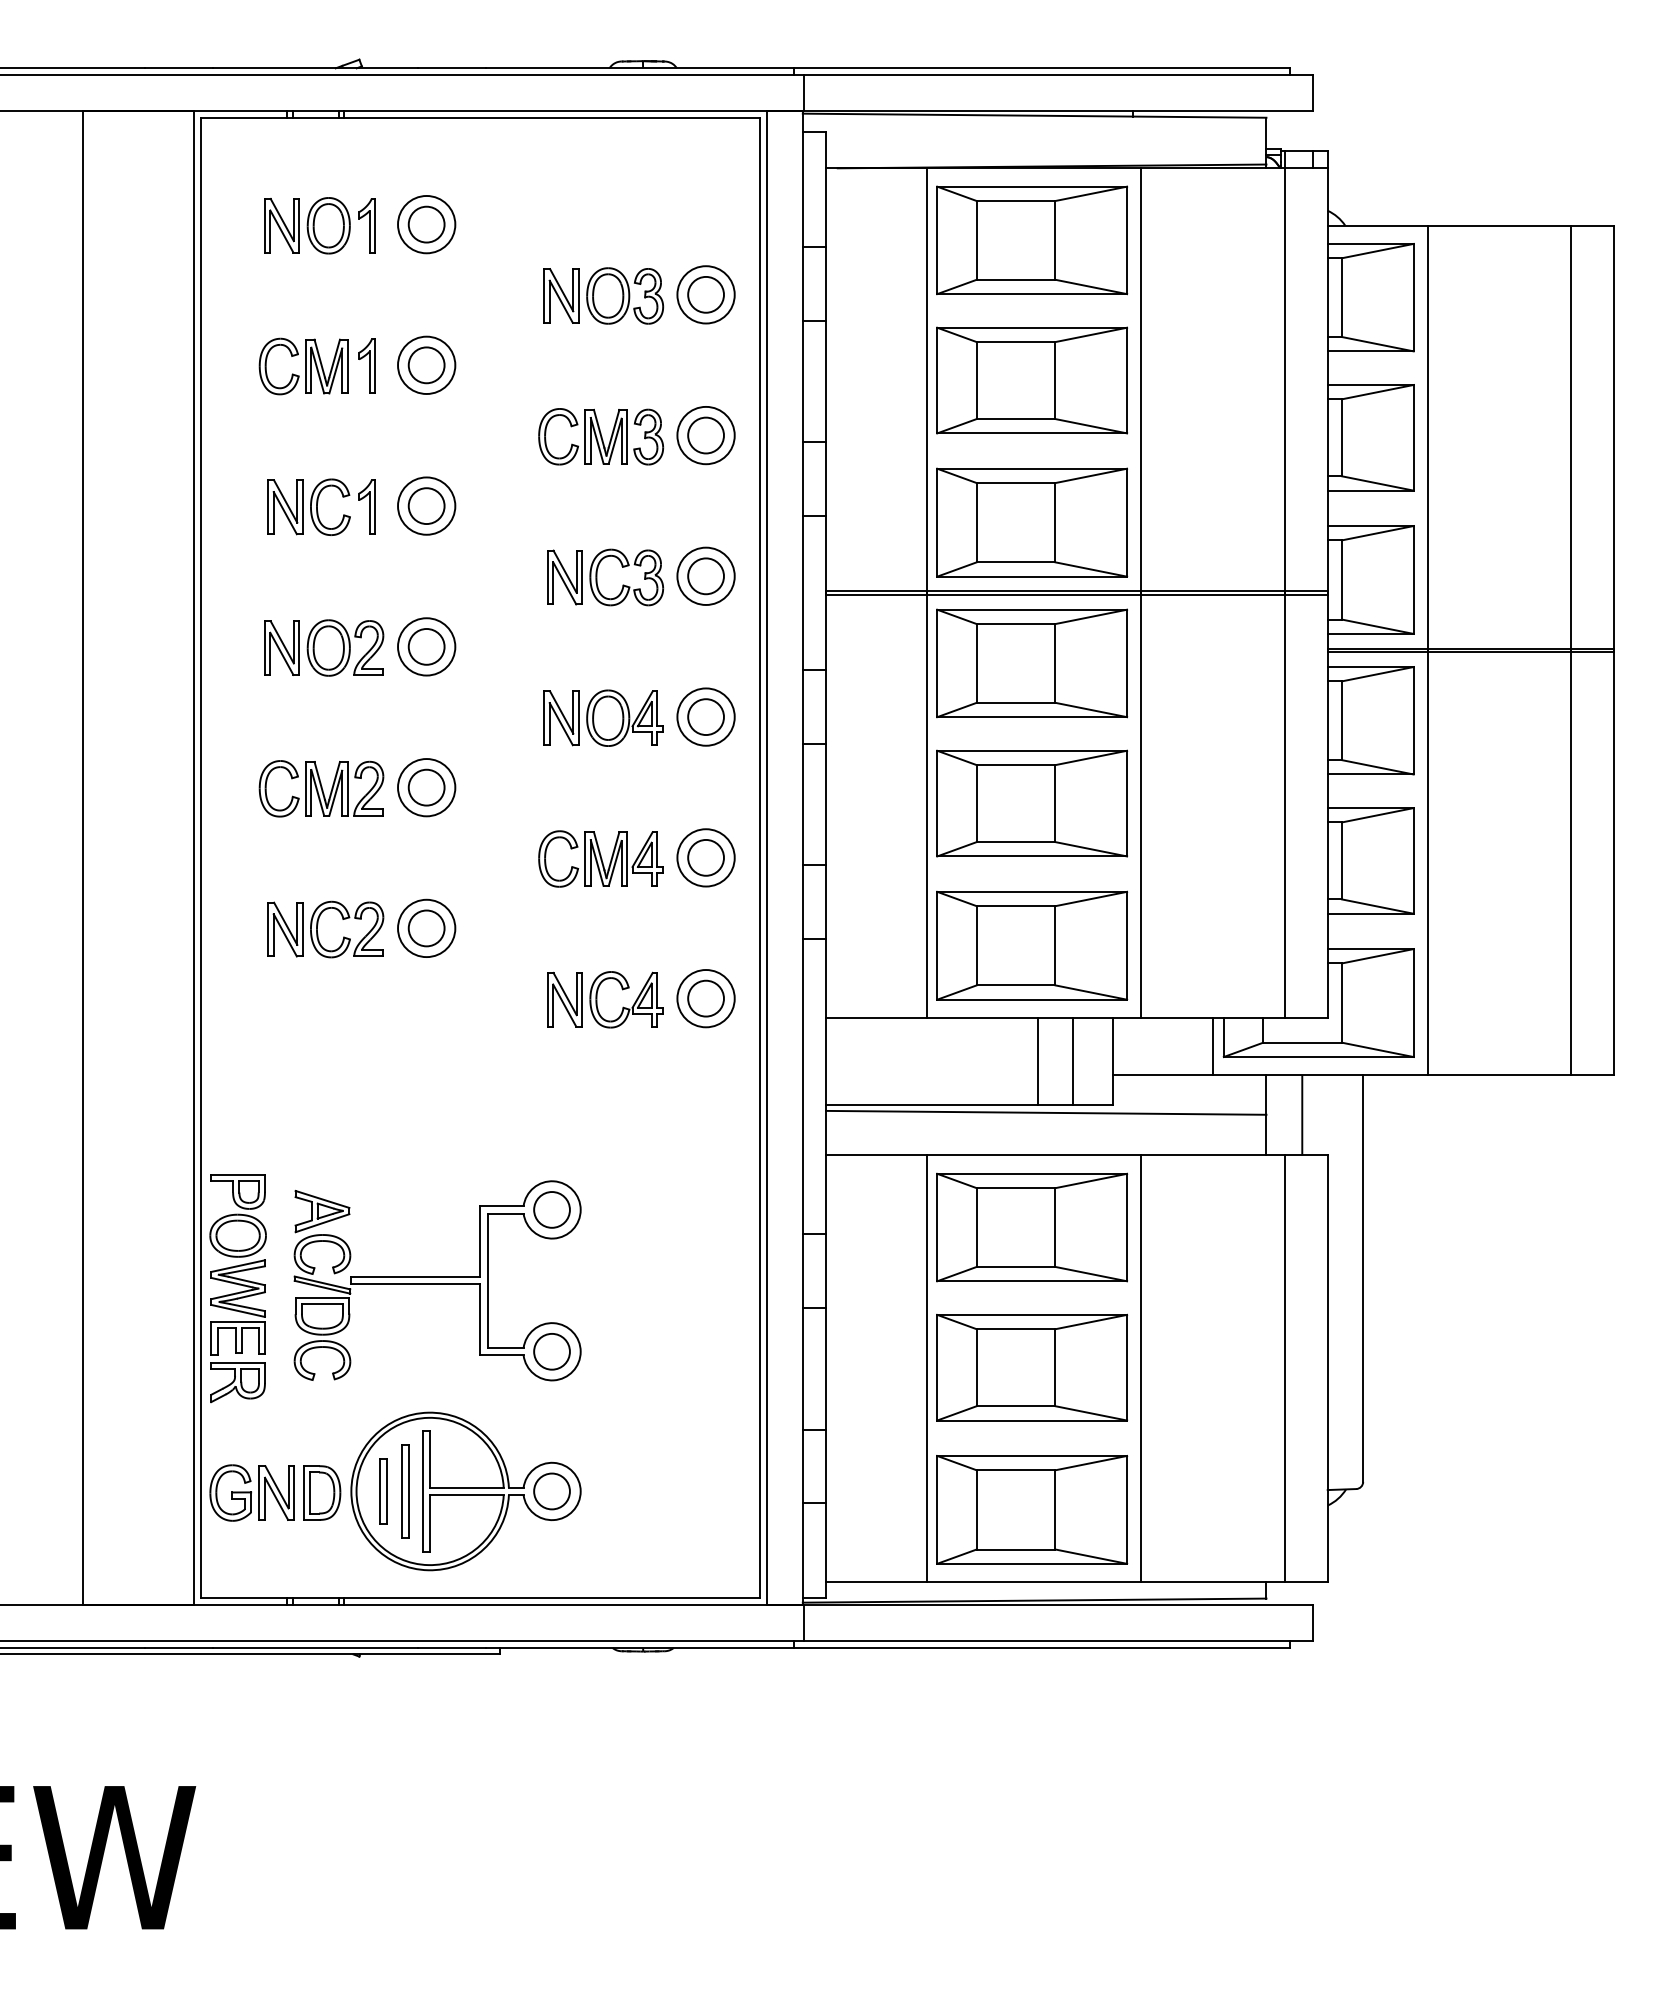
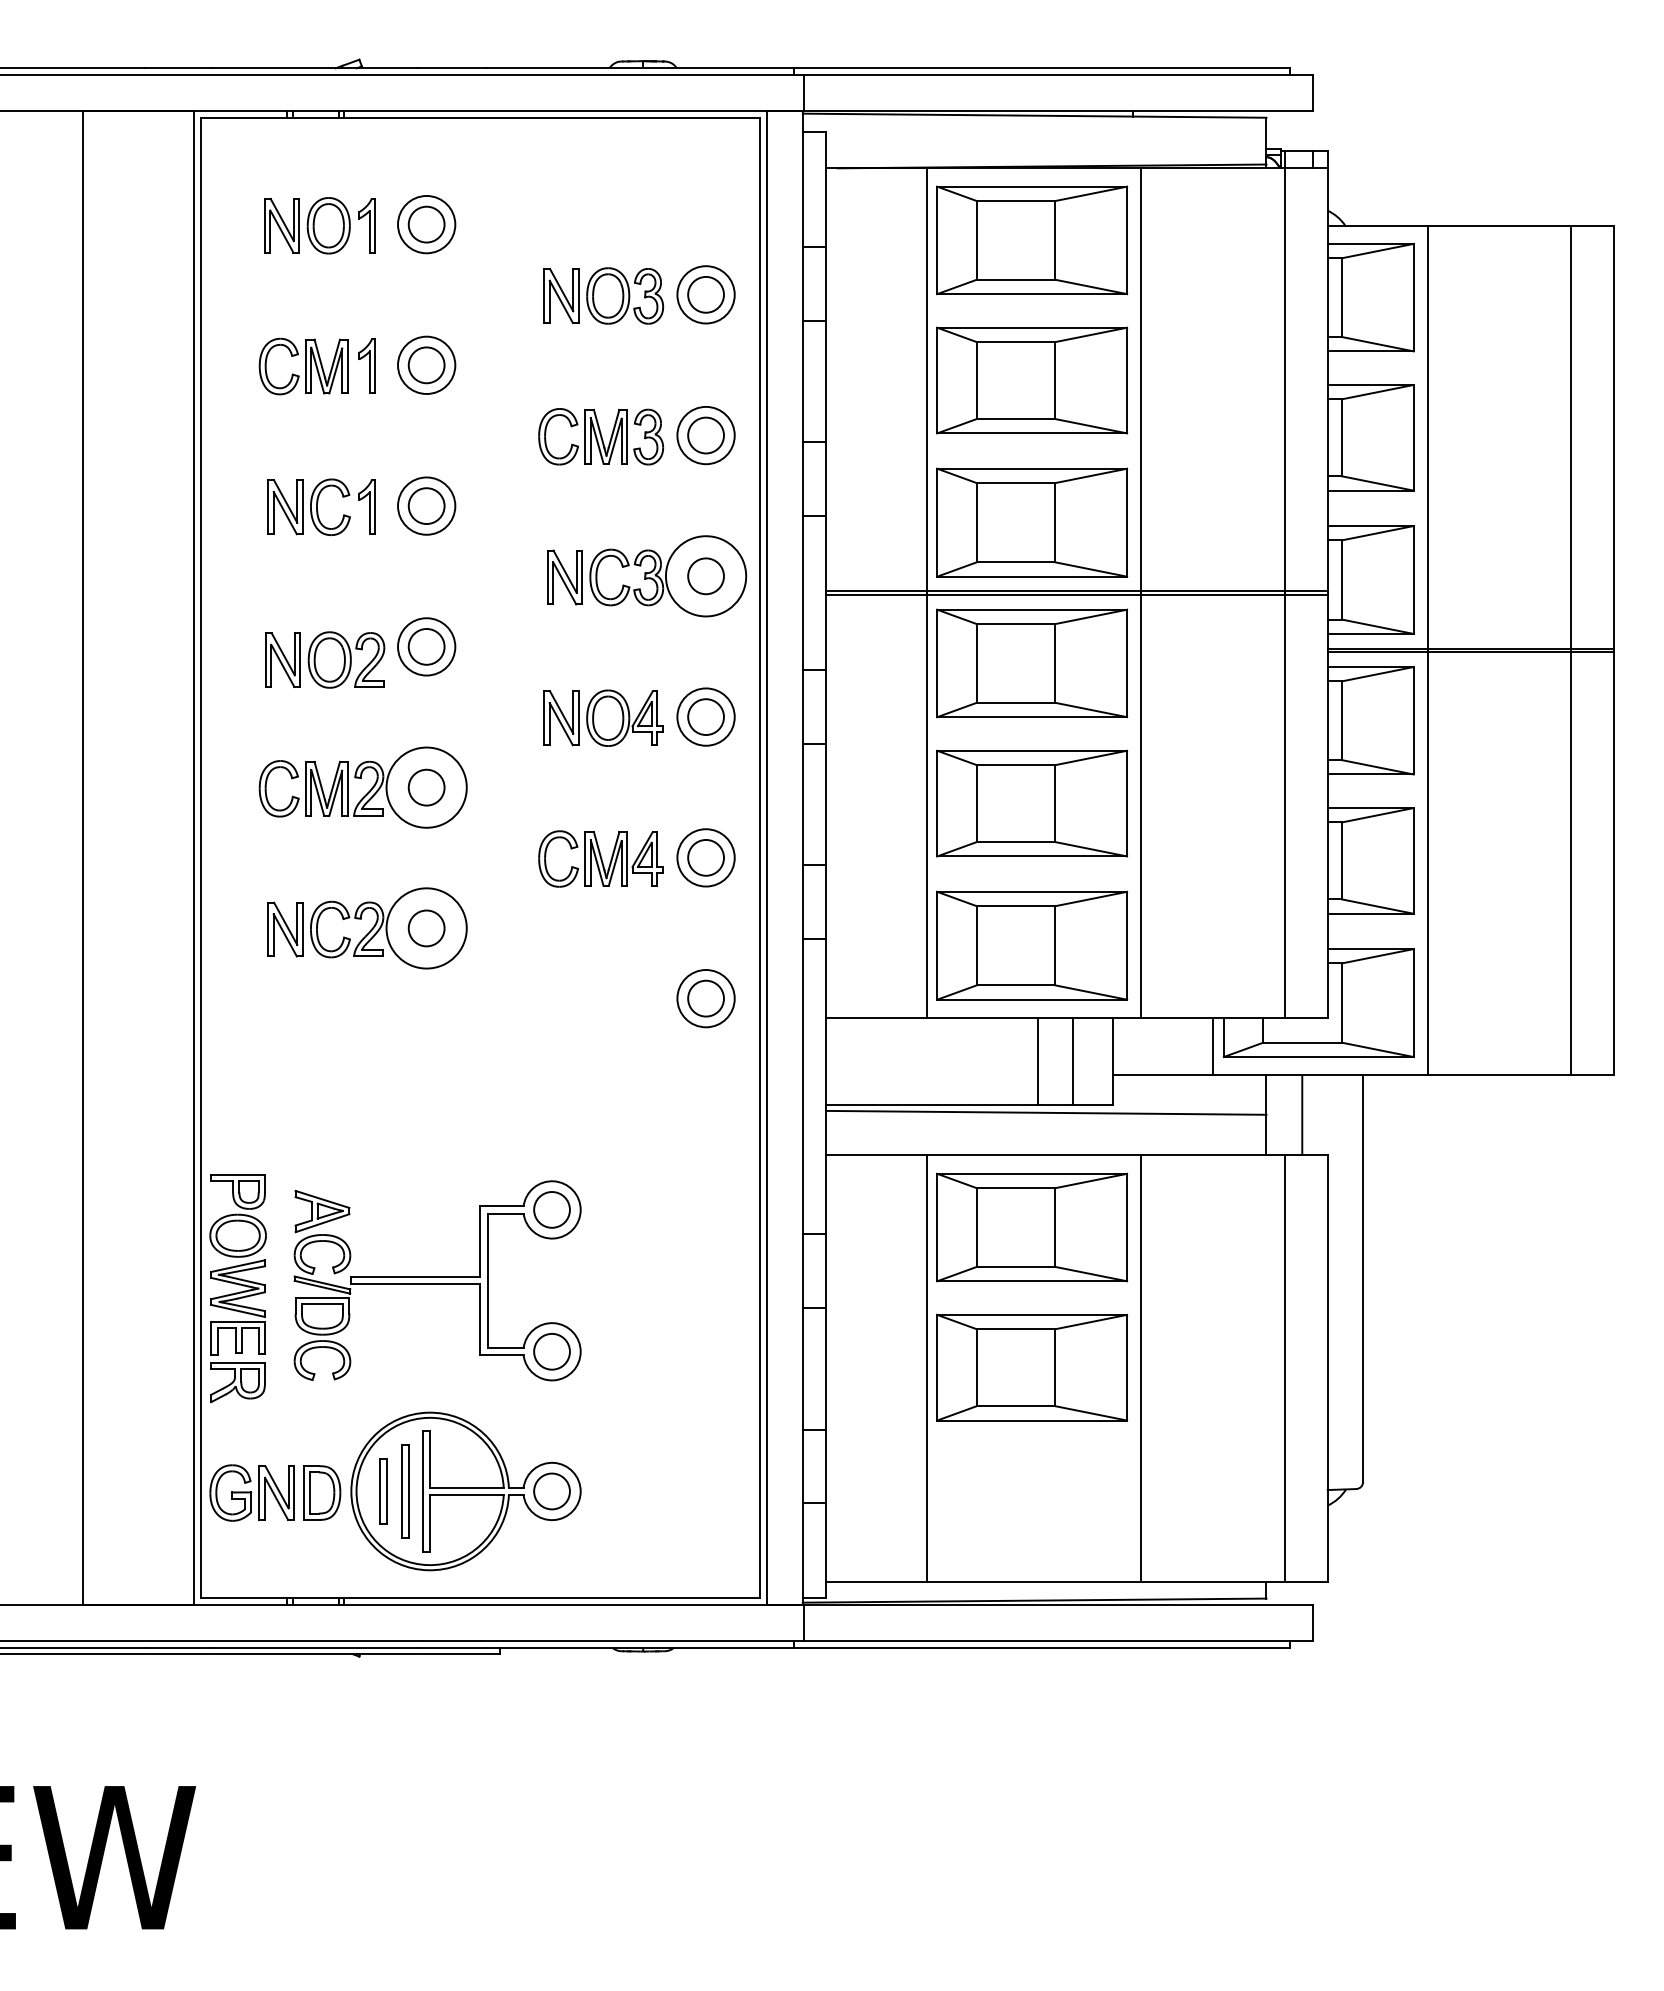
circle at (705, 575) diameter: 57 px -> 80 px
part at (324, 647) position: (324, 647) -> (325, 659)
circle at (426, 787) diameter: 57 px -> 80 px
circle at (426, 928) diameter: 57 px -> 80 px
part at (597, 999): present -> none
part at (1032, 1509): present -> none
